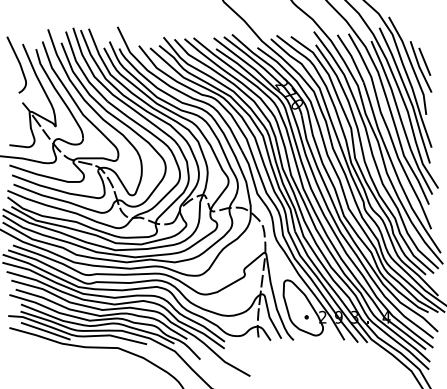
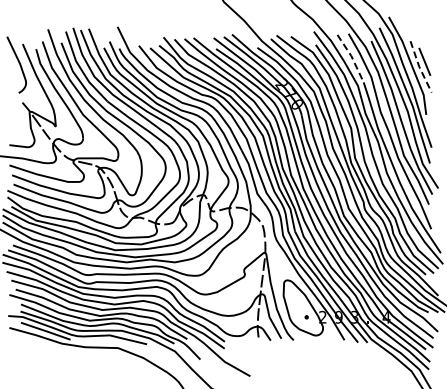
line at (352, 57): solid -> dashed
line at (419, 66): solid -> dashed
